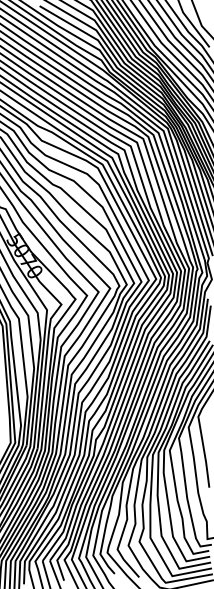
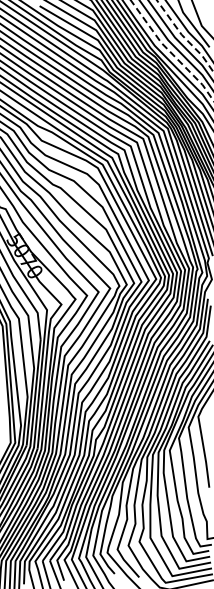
line at (183, 36): solid -> dashed
line at (170, 52): solid -> dashed
